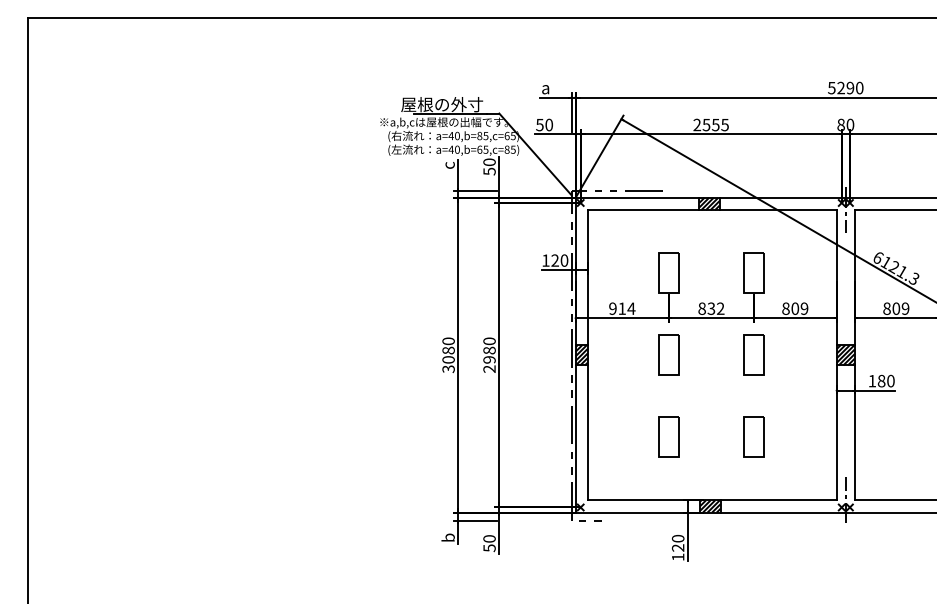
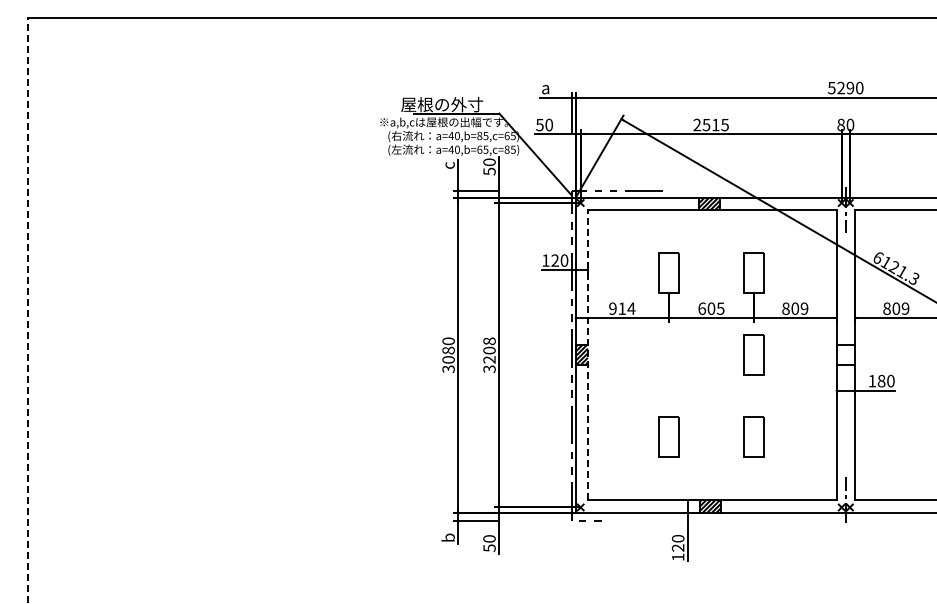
text at (715, 125): 2555 -> 2515
text at (711, 308): 832 -> 605
line at (28, 310): solid -> dashed
text at (489, 354): 2980 -> 3208
line at (587, 354): solid -> dashed
part at (668, 354): present -> none
hatch at (845, 355): present -> none
